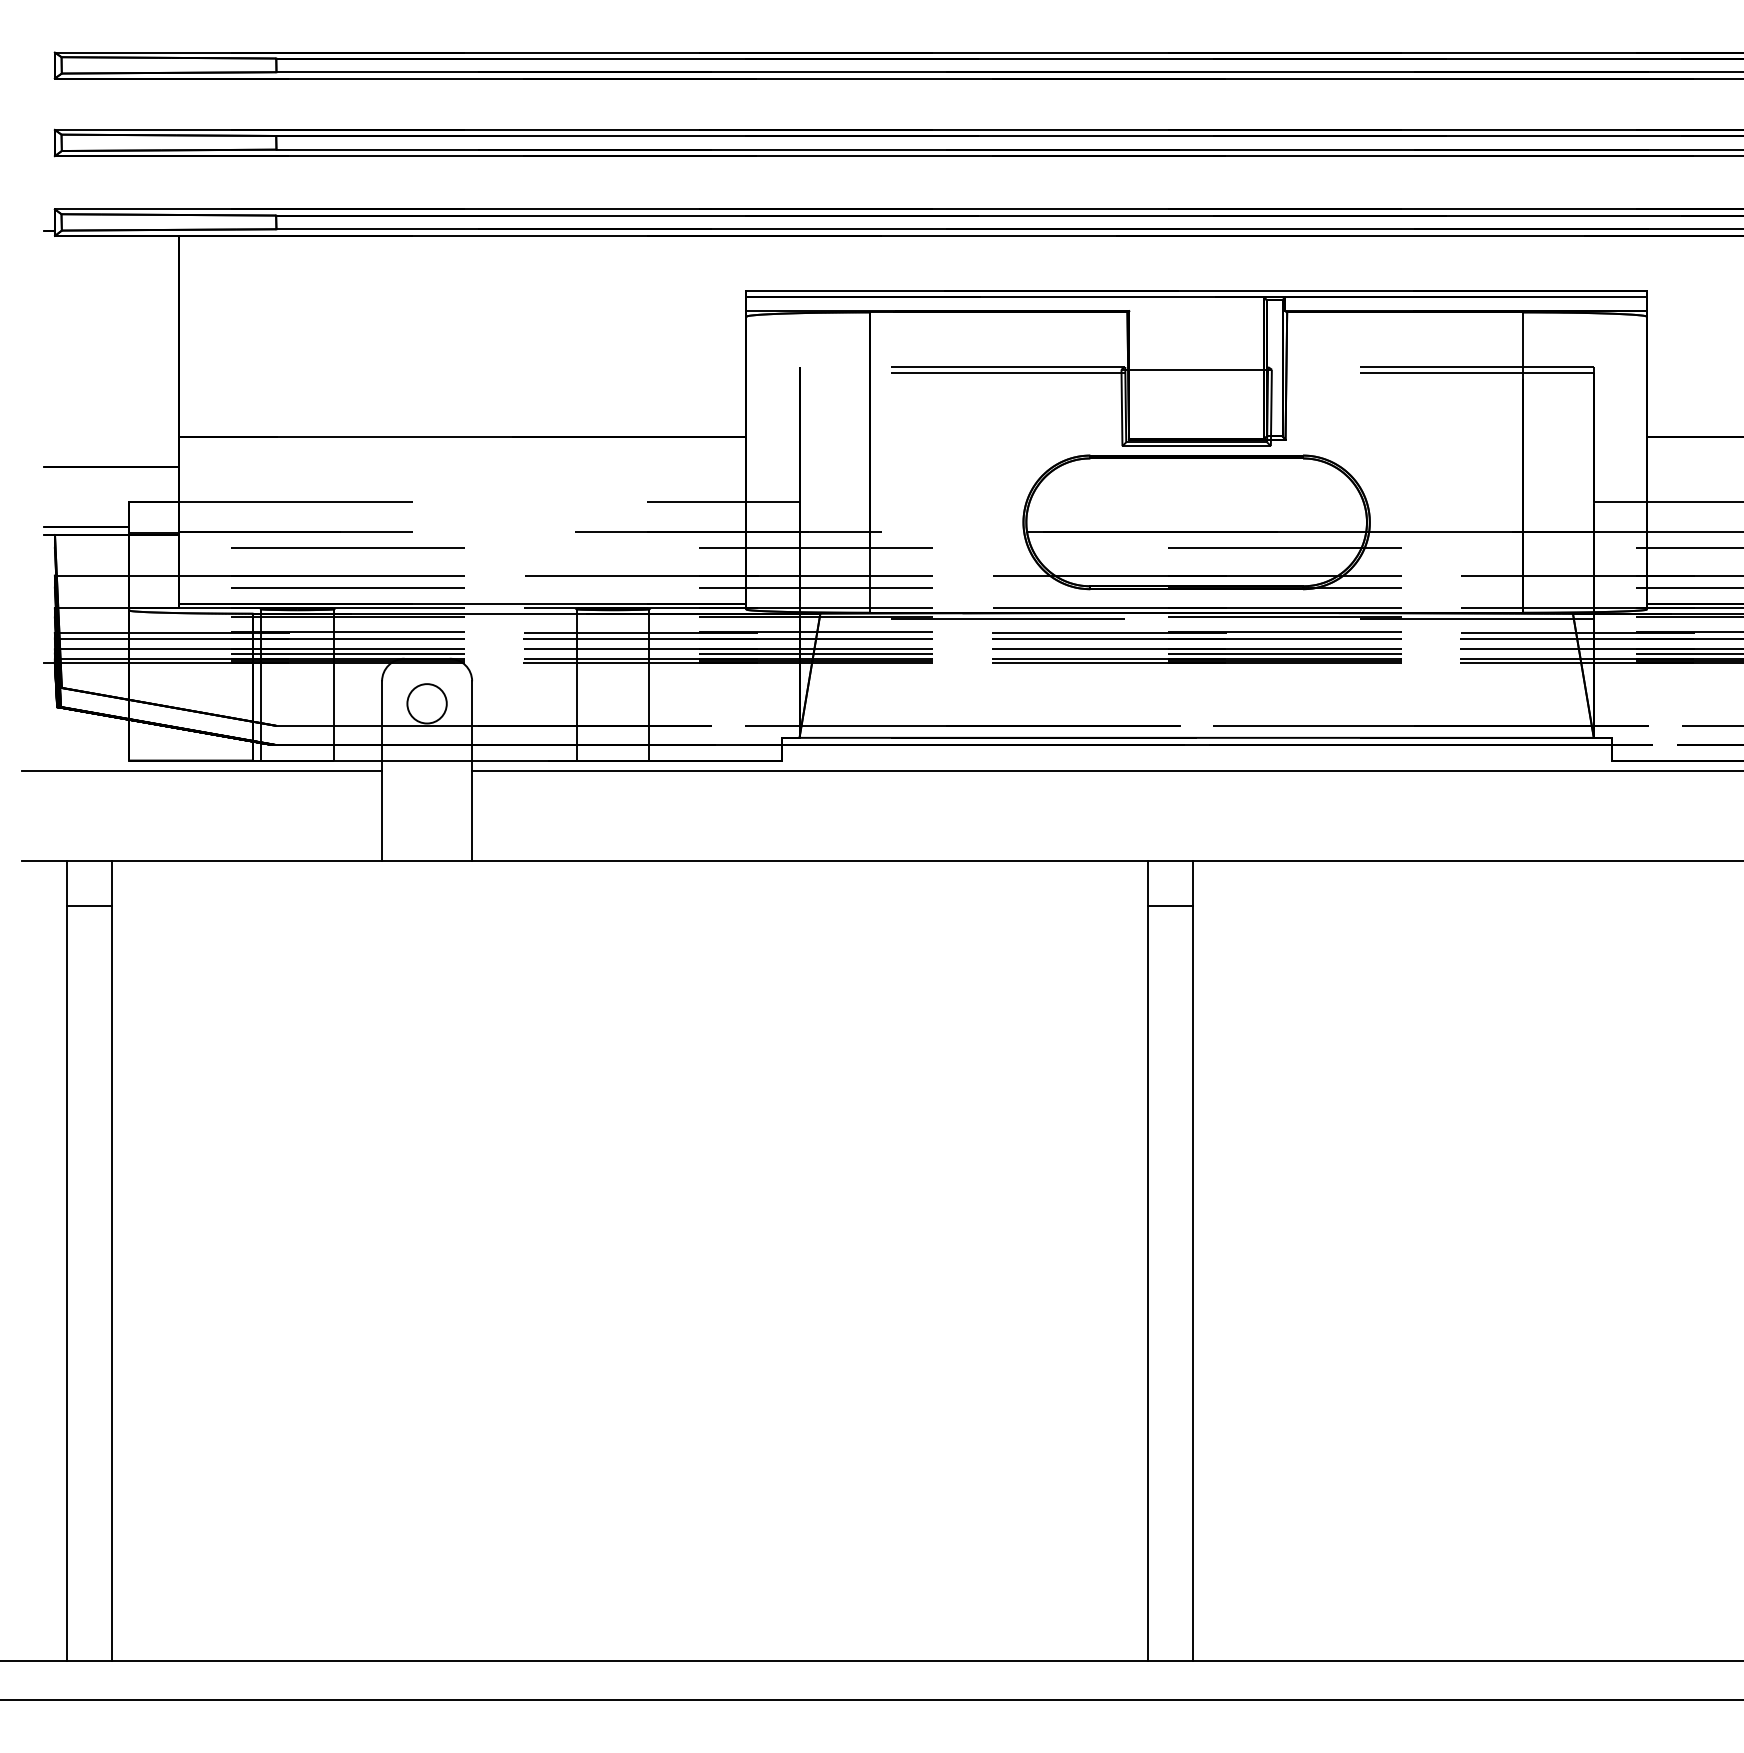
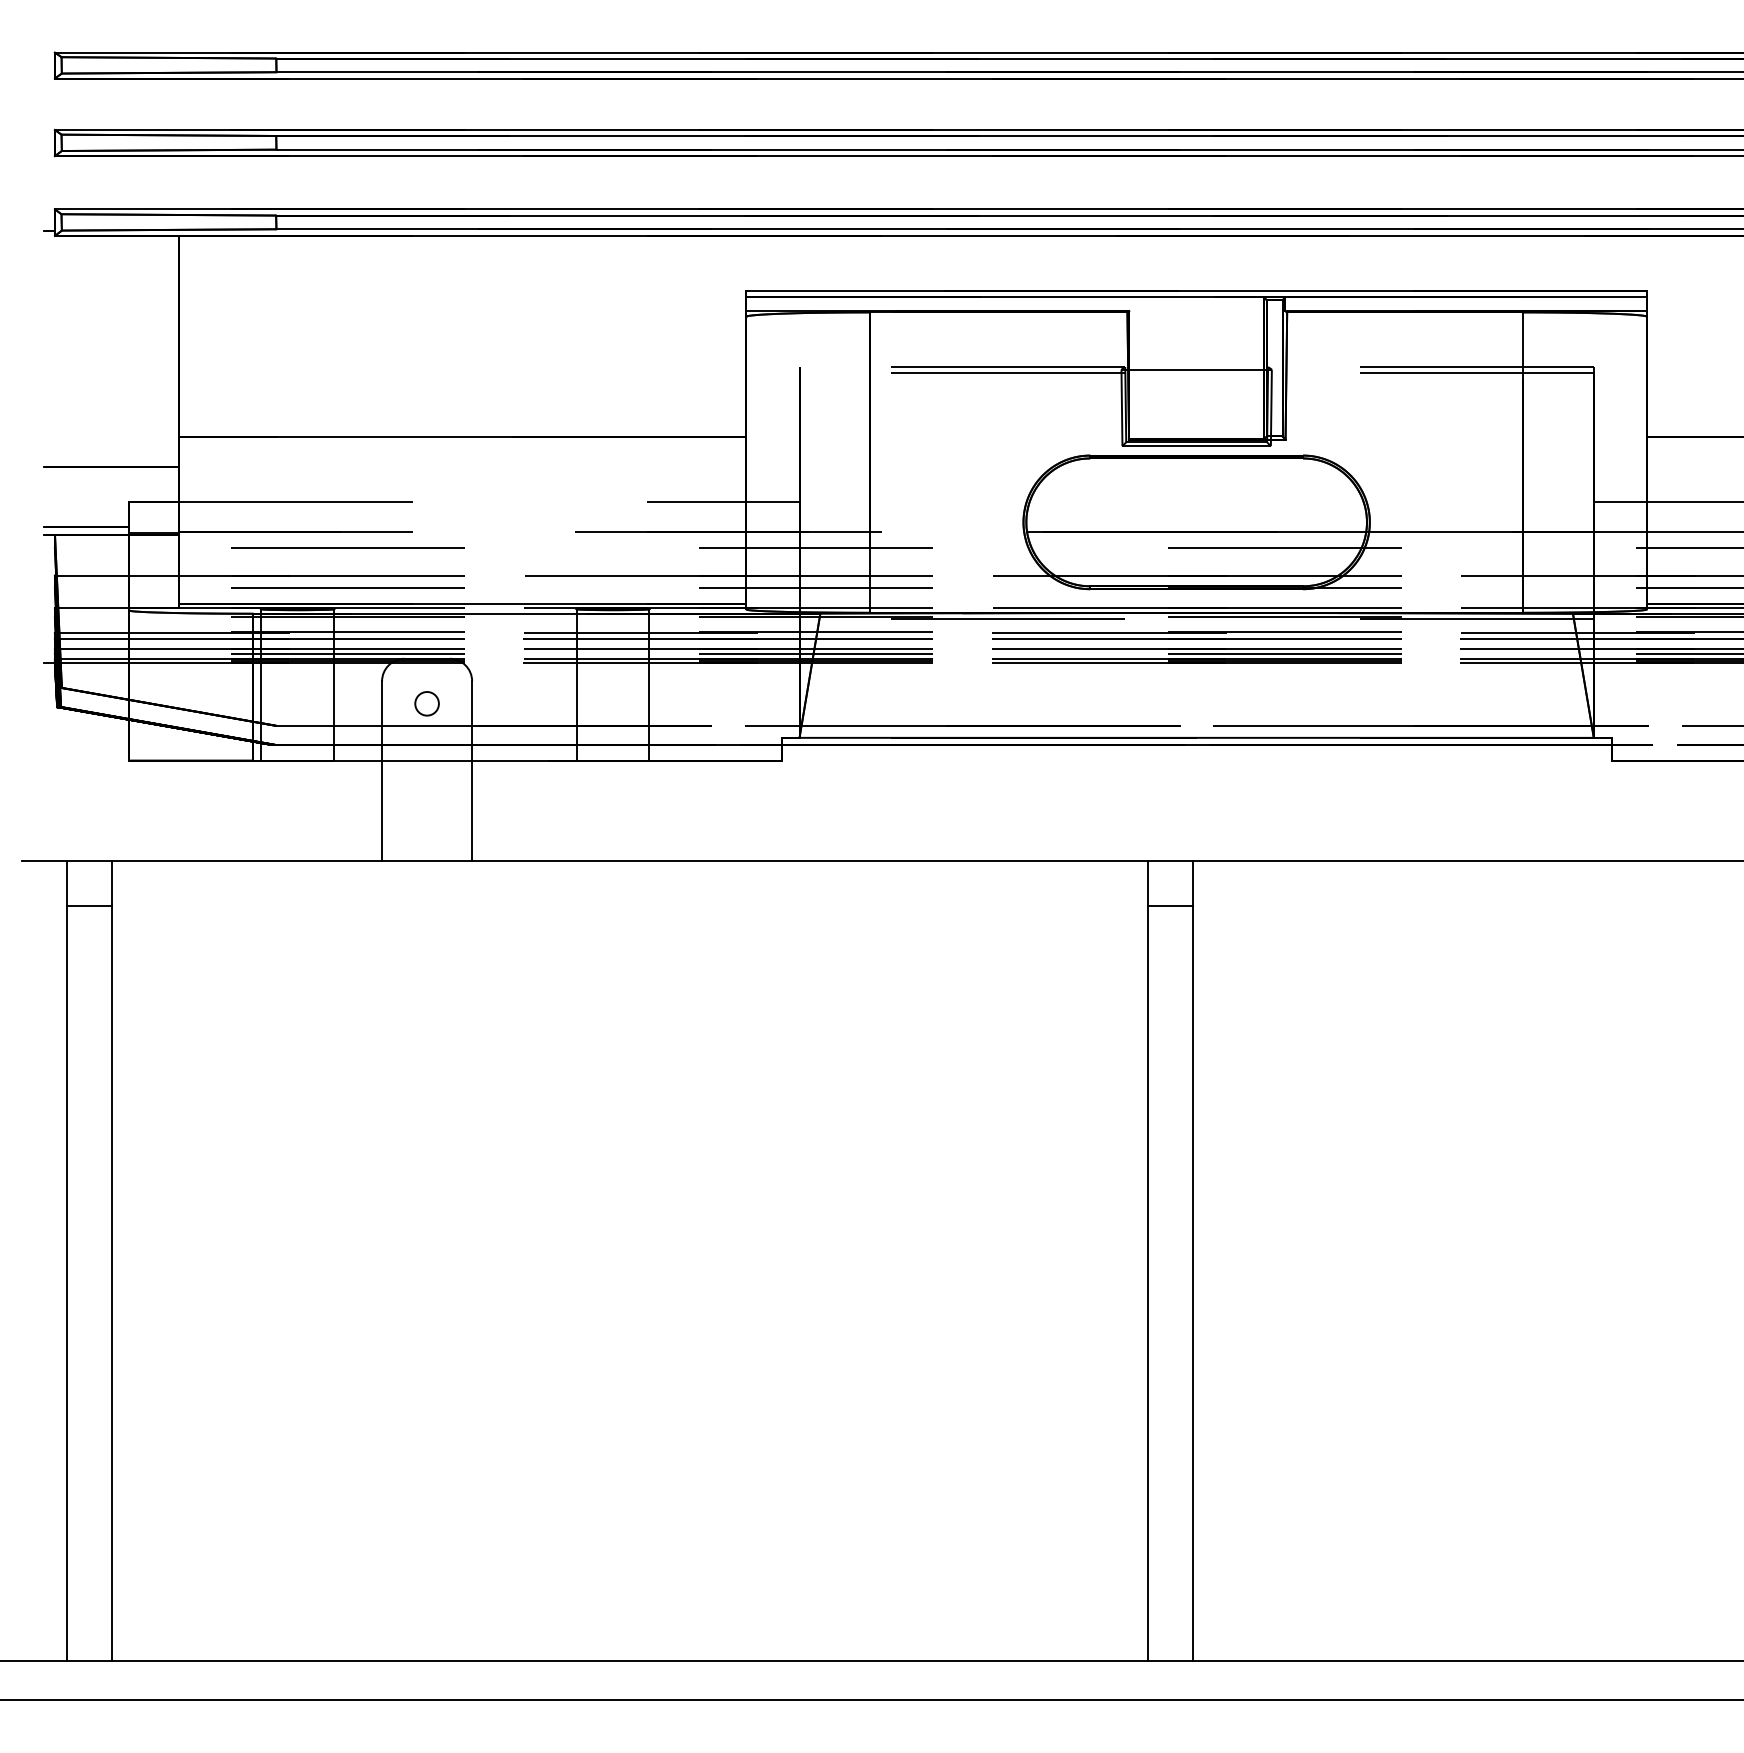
circle at (426, 703) diameter: 39 px -> 24 px
line at (201, 771): present -> none
line at (1106, 771): present -> none
